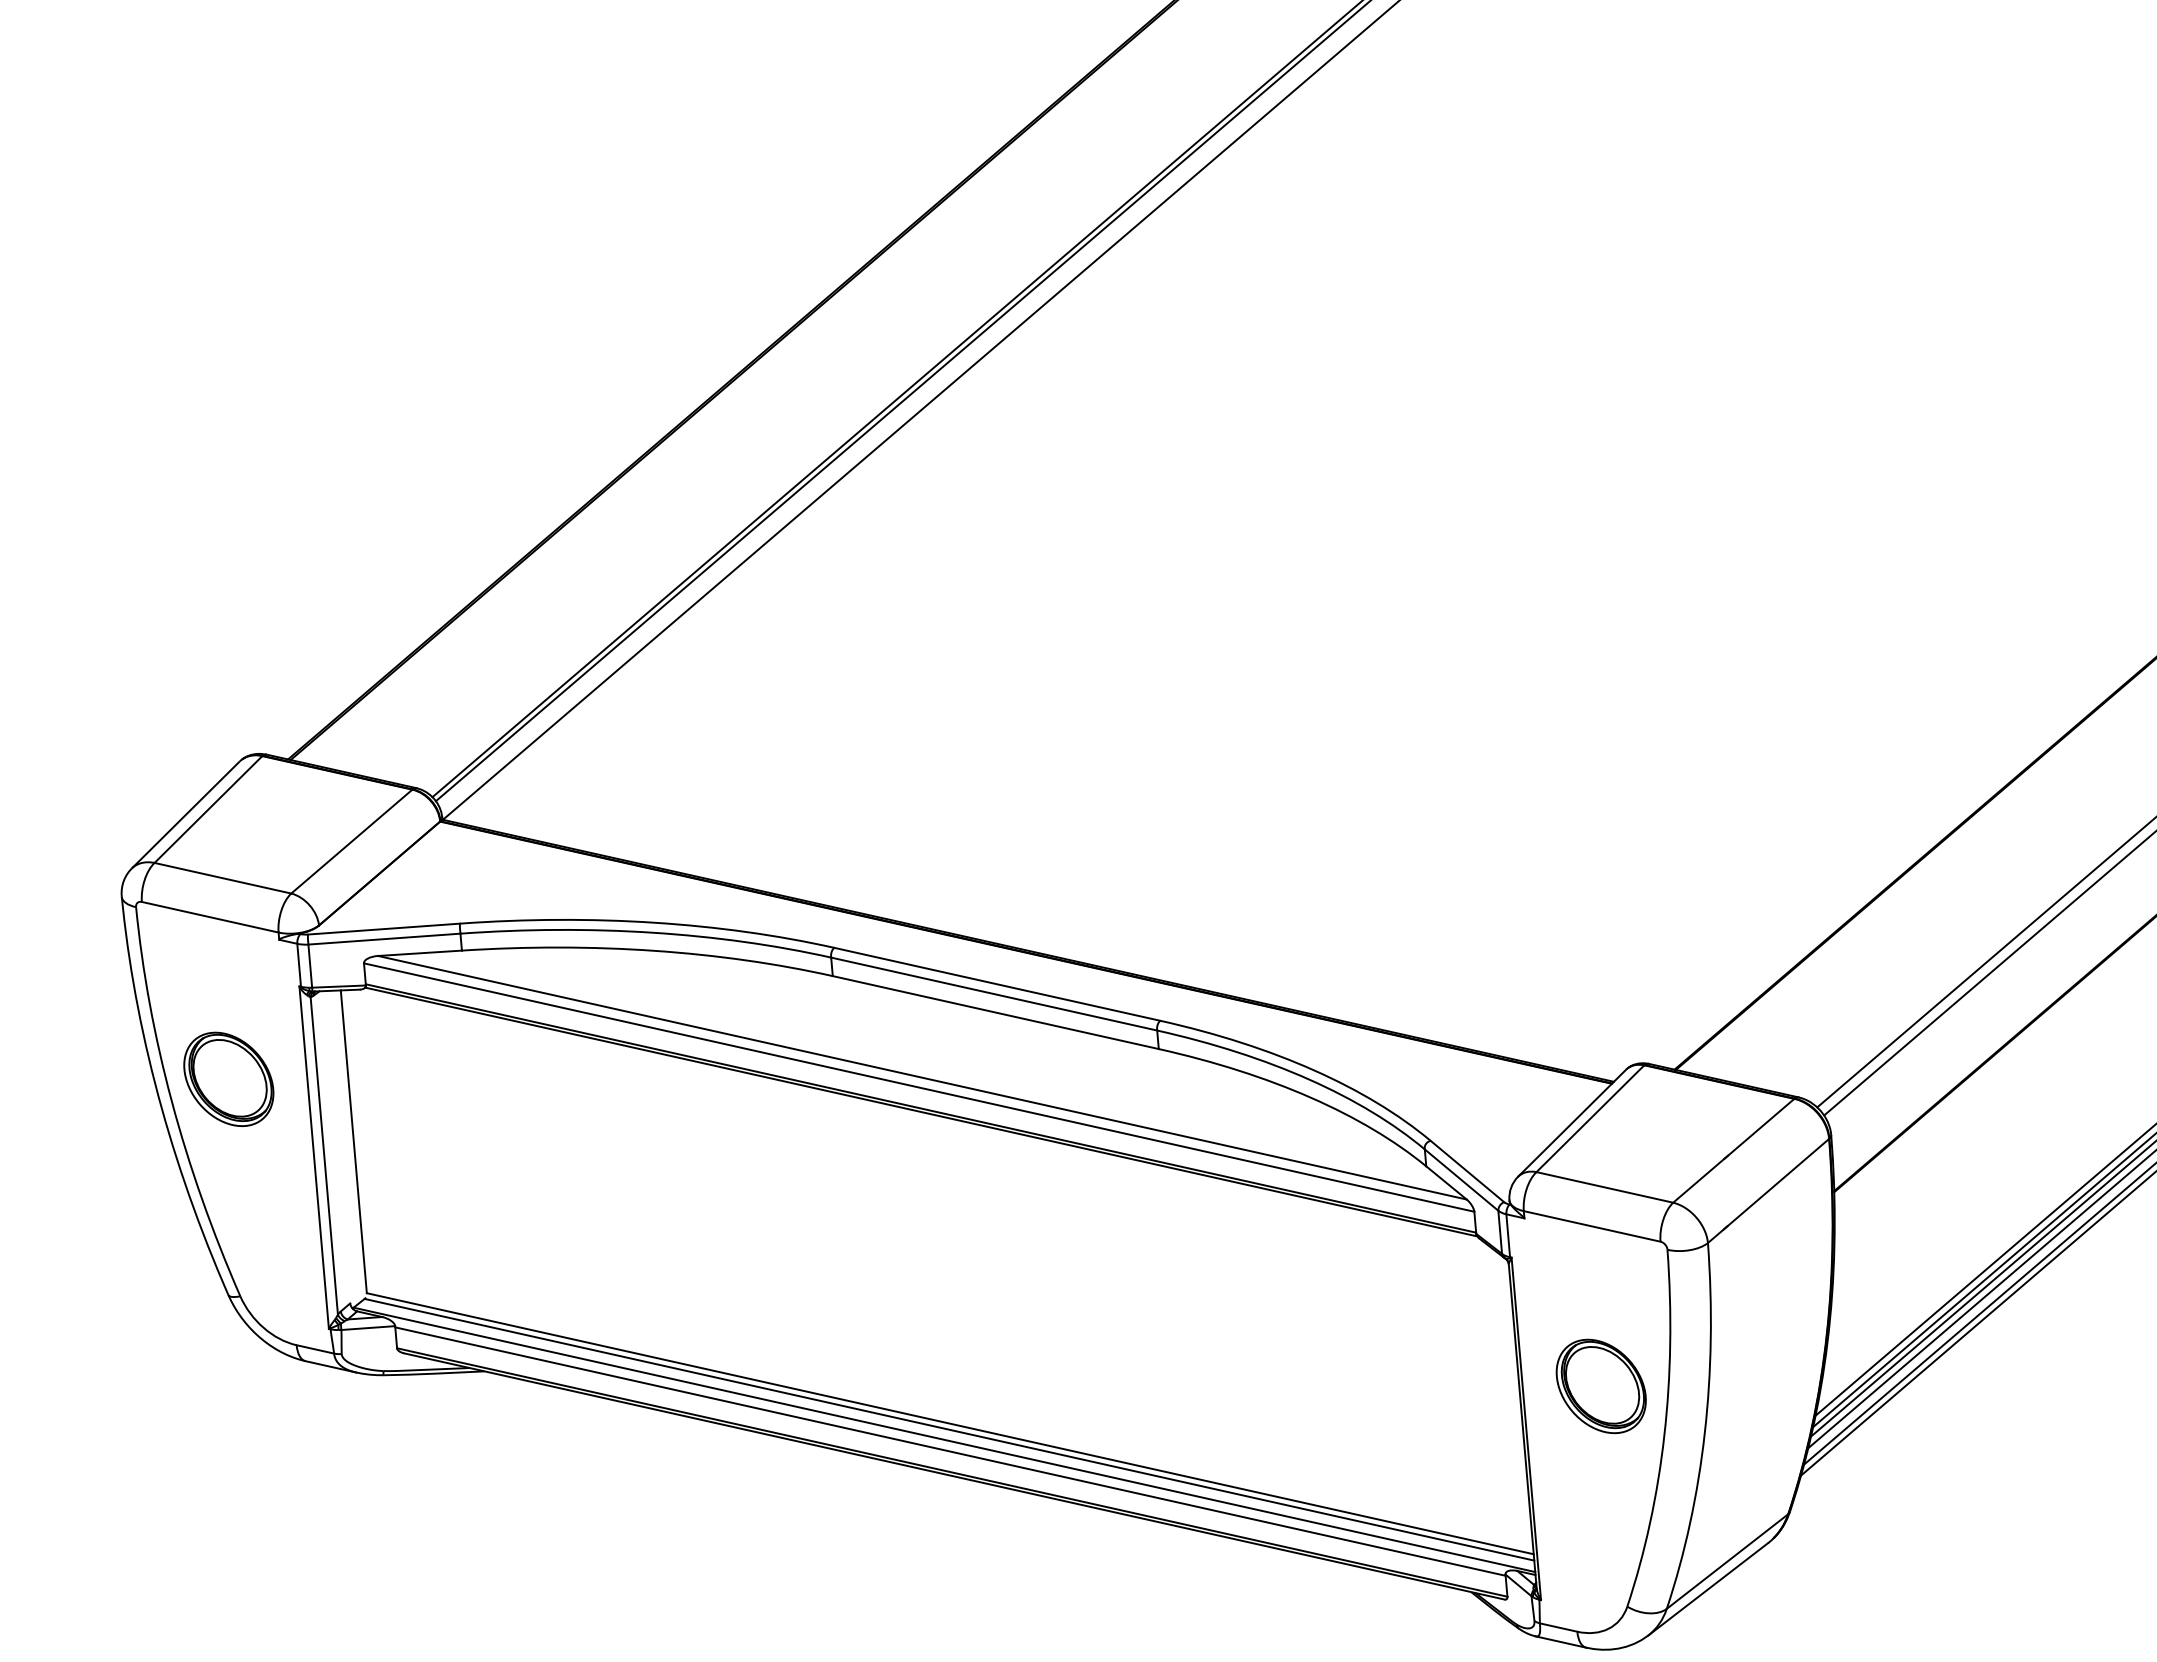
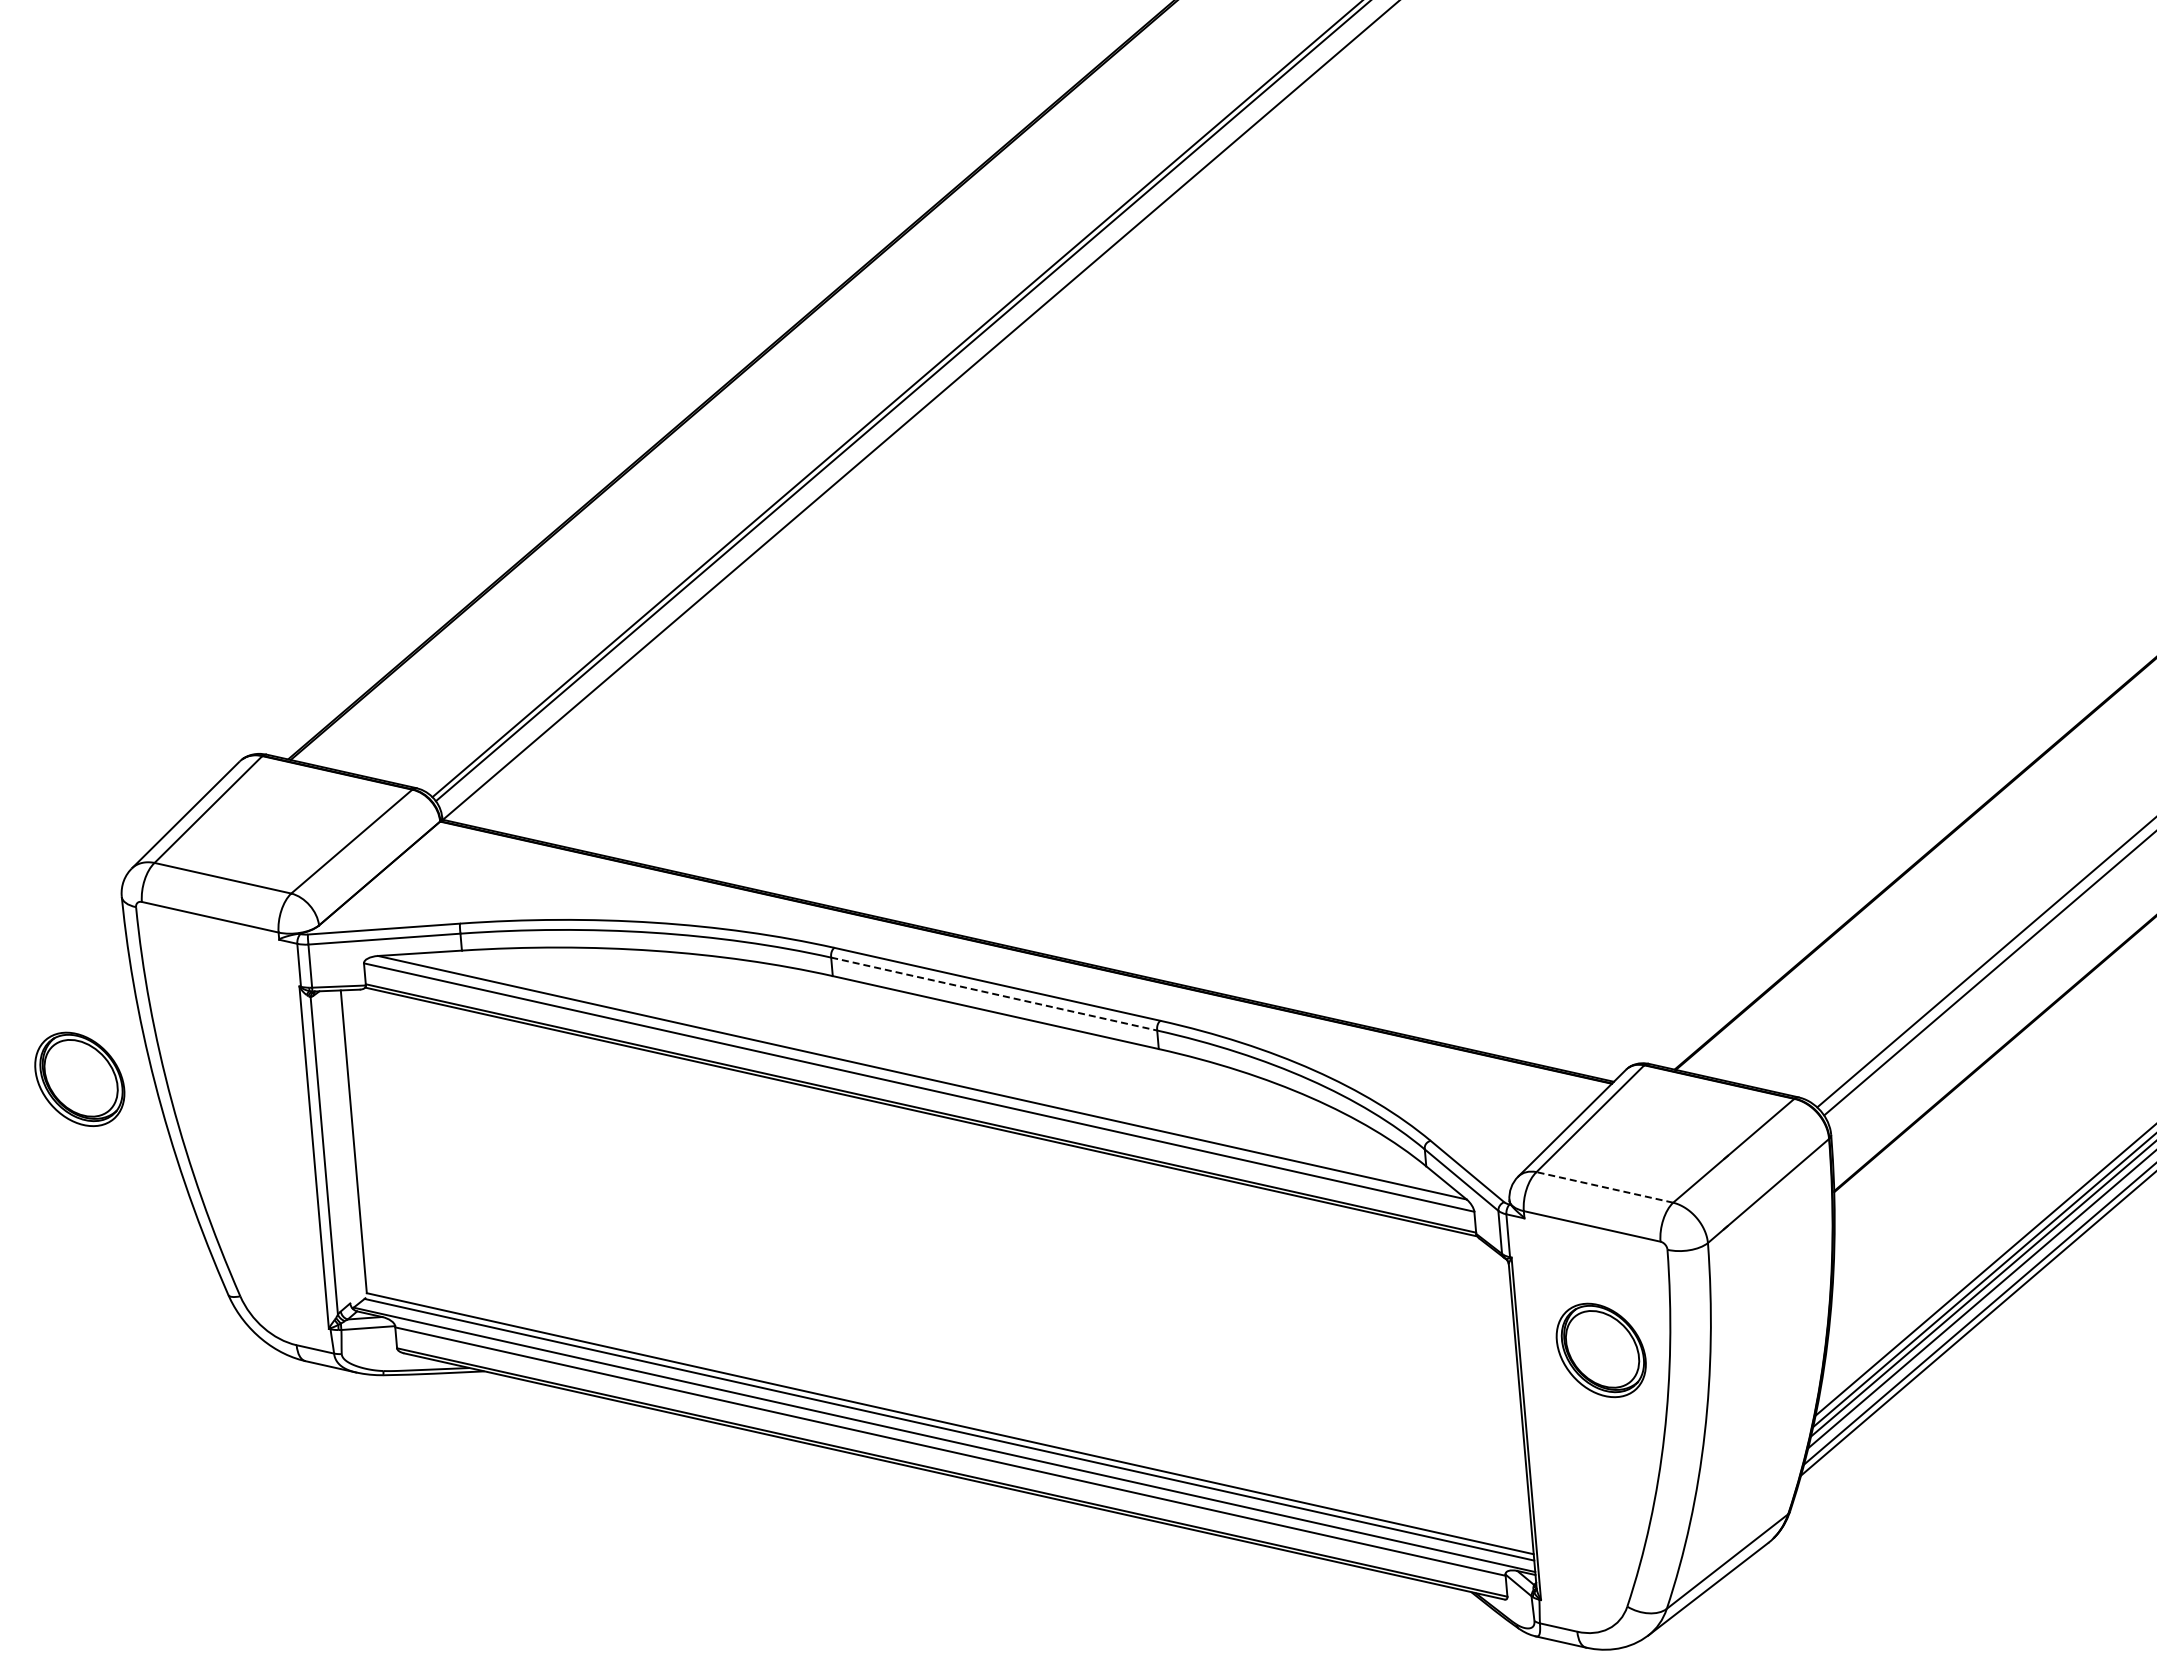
line at (994, 994): solid -> dashed
part at (228, 1078) position: (228, 1078) -> (79, 1078)
line at (1604, 1187): solid -> dashed
part at (1600, 1386) position: (1600, 1386) -> (1600, 1350)
